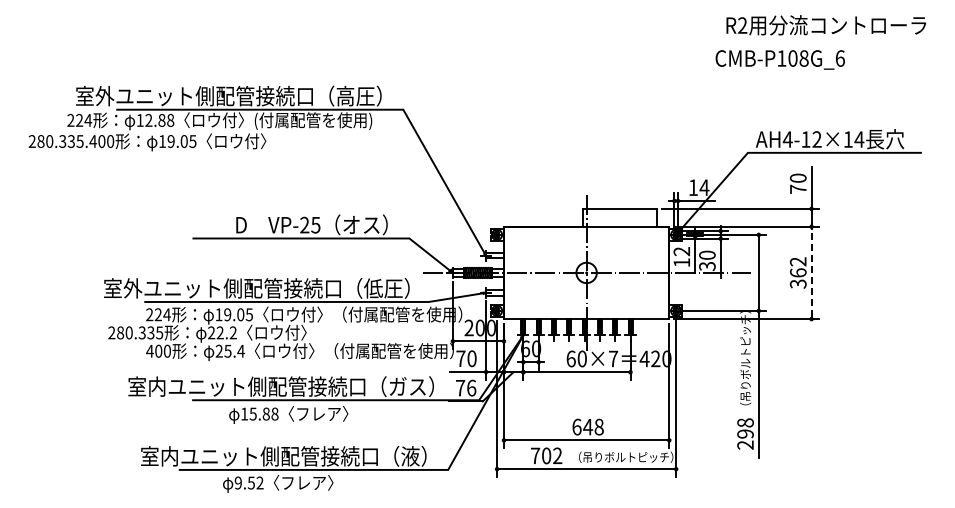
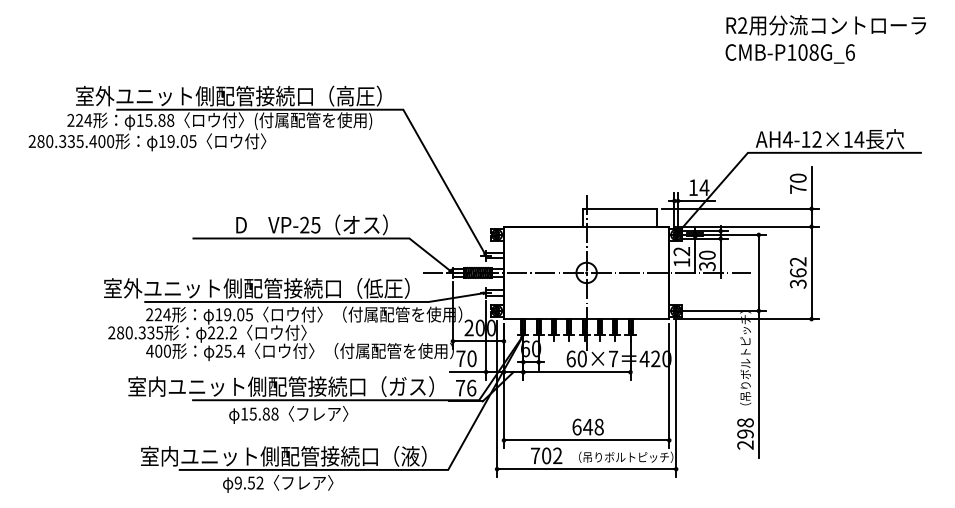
text at (779, 59) position: (779, 59) -> (789, 53)
text at (148, 119): 12.88 -> 15.88
line at (811, 272): dashed -> solid
